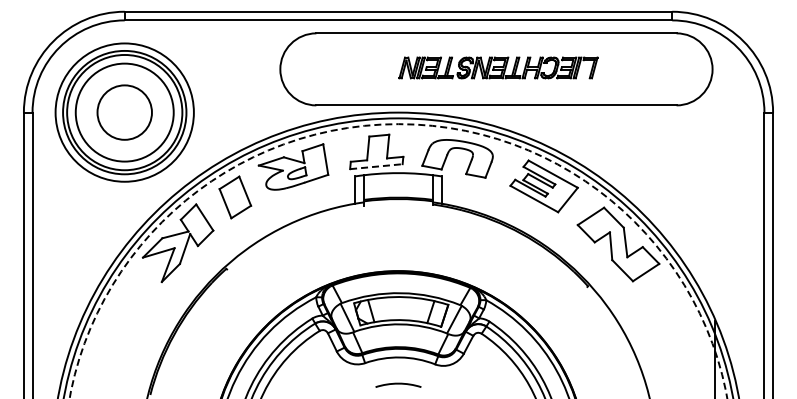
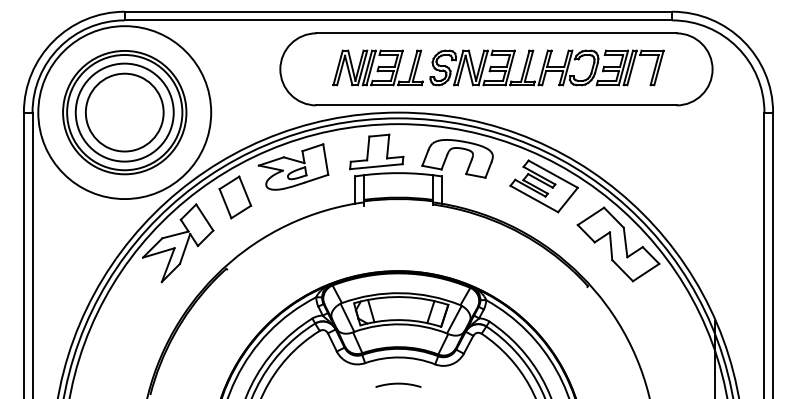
part at (498, 67) size: 201x24 px -> 333x38 px
circle at (124, 112) diameter: 138 px -> 173 px
circle at (124, 112) diameter: 54 px -> 78 px
line at (376, 166): dashed -> solid
circle at (398, 261): dashed -> solid
